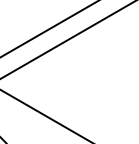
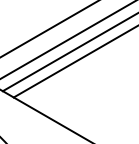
line at (68, 52): none -> present
line at (74, 62): none -> present
